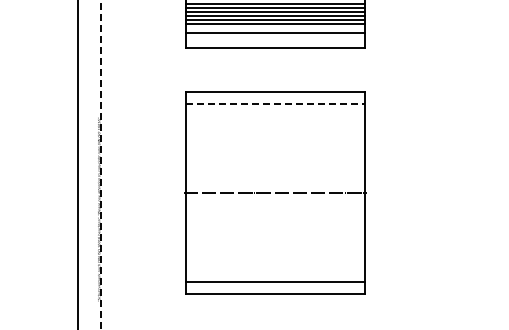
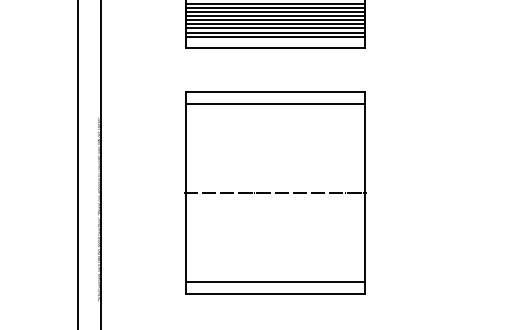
line at (275, 28): none -> present
line at (275, 36): none -> present
line at (275, 104): dashed -> solid
line at (100, 164): dashed -> solid
